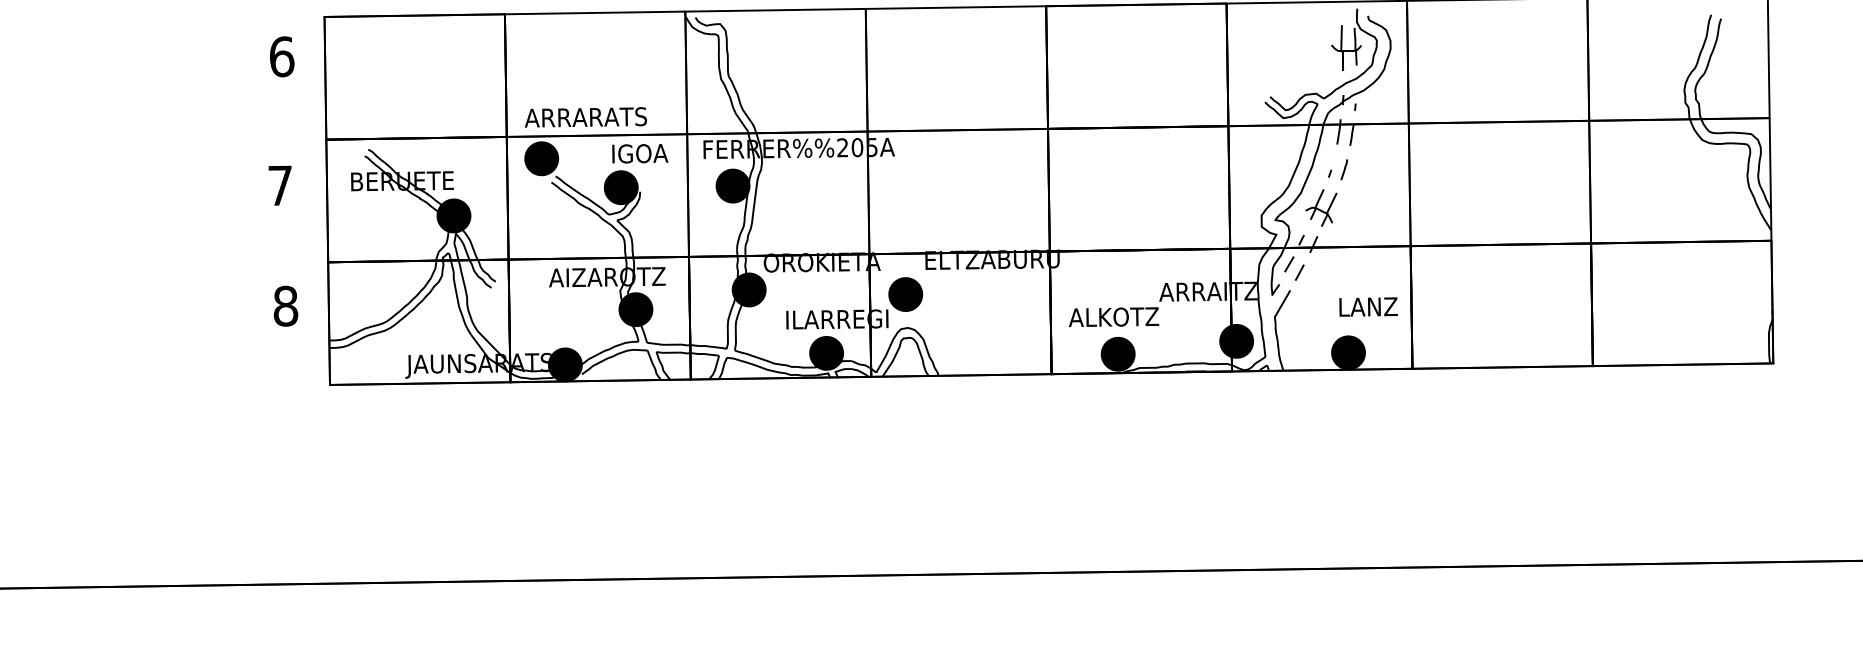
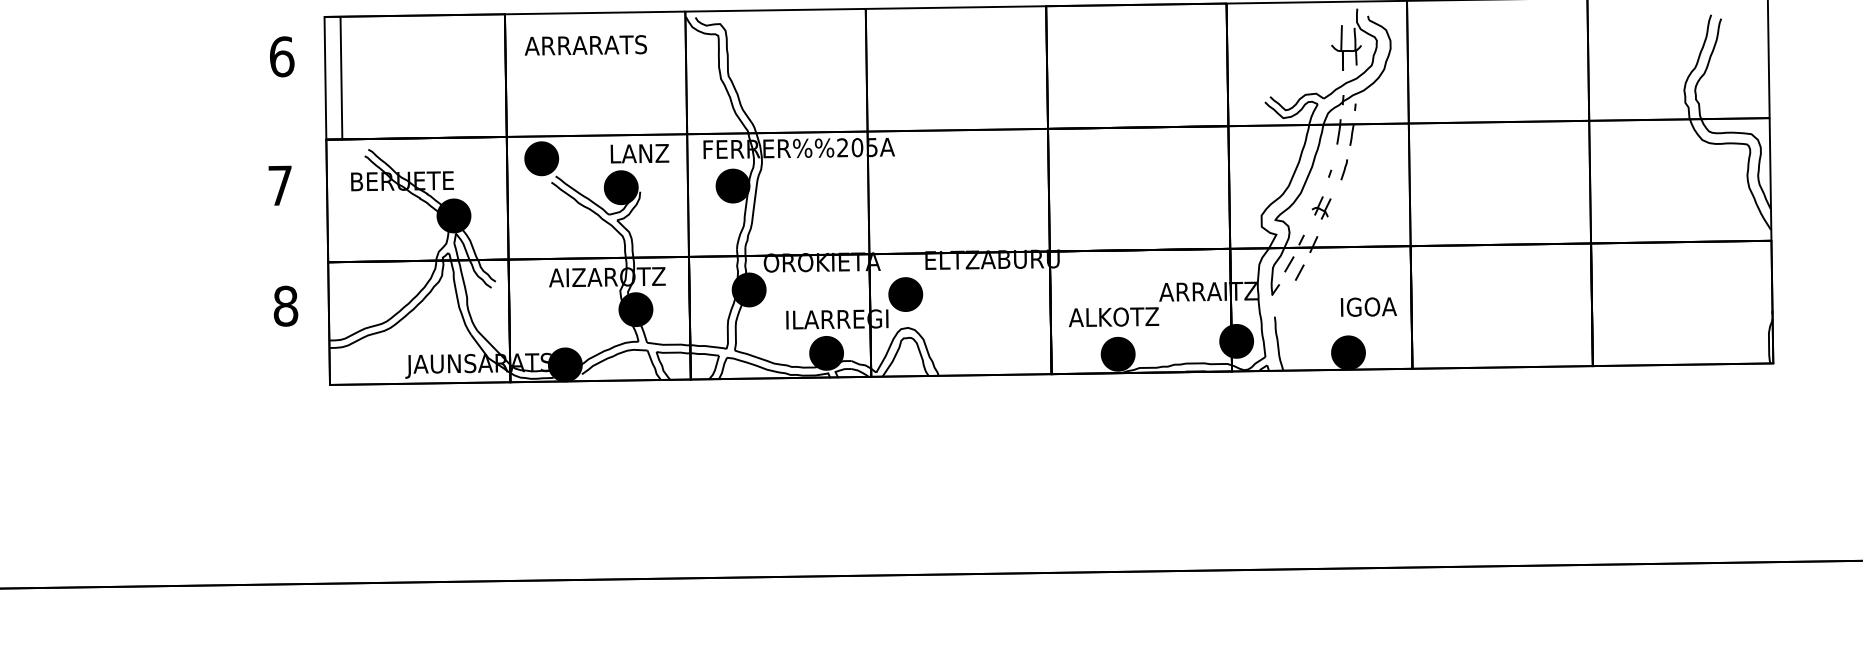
line at (325, 77) position: (325, 77) -> (341, 77)
text at (585, 117) position: (585, 117) -> (585, 45)
text at (639, 153): IGOA -> LANZ
part at (1321, 207) size: 33x38 px -> 21x24 px
line at (1281, 303): present -> none
text at (1368, 306): LANZ -> IGOA
